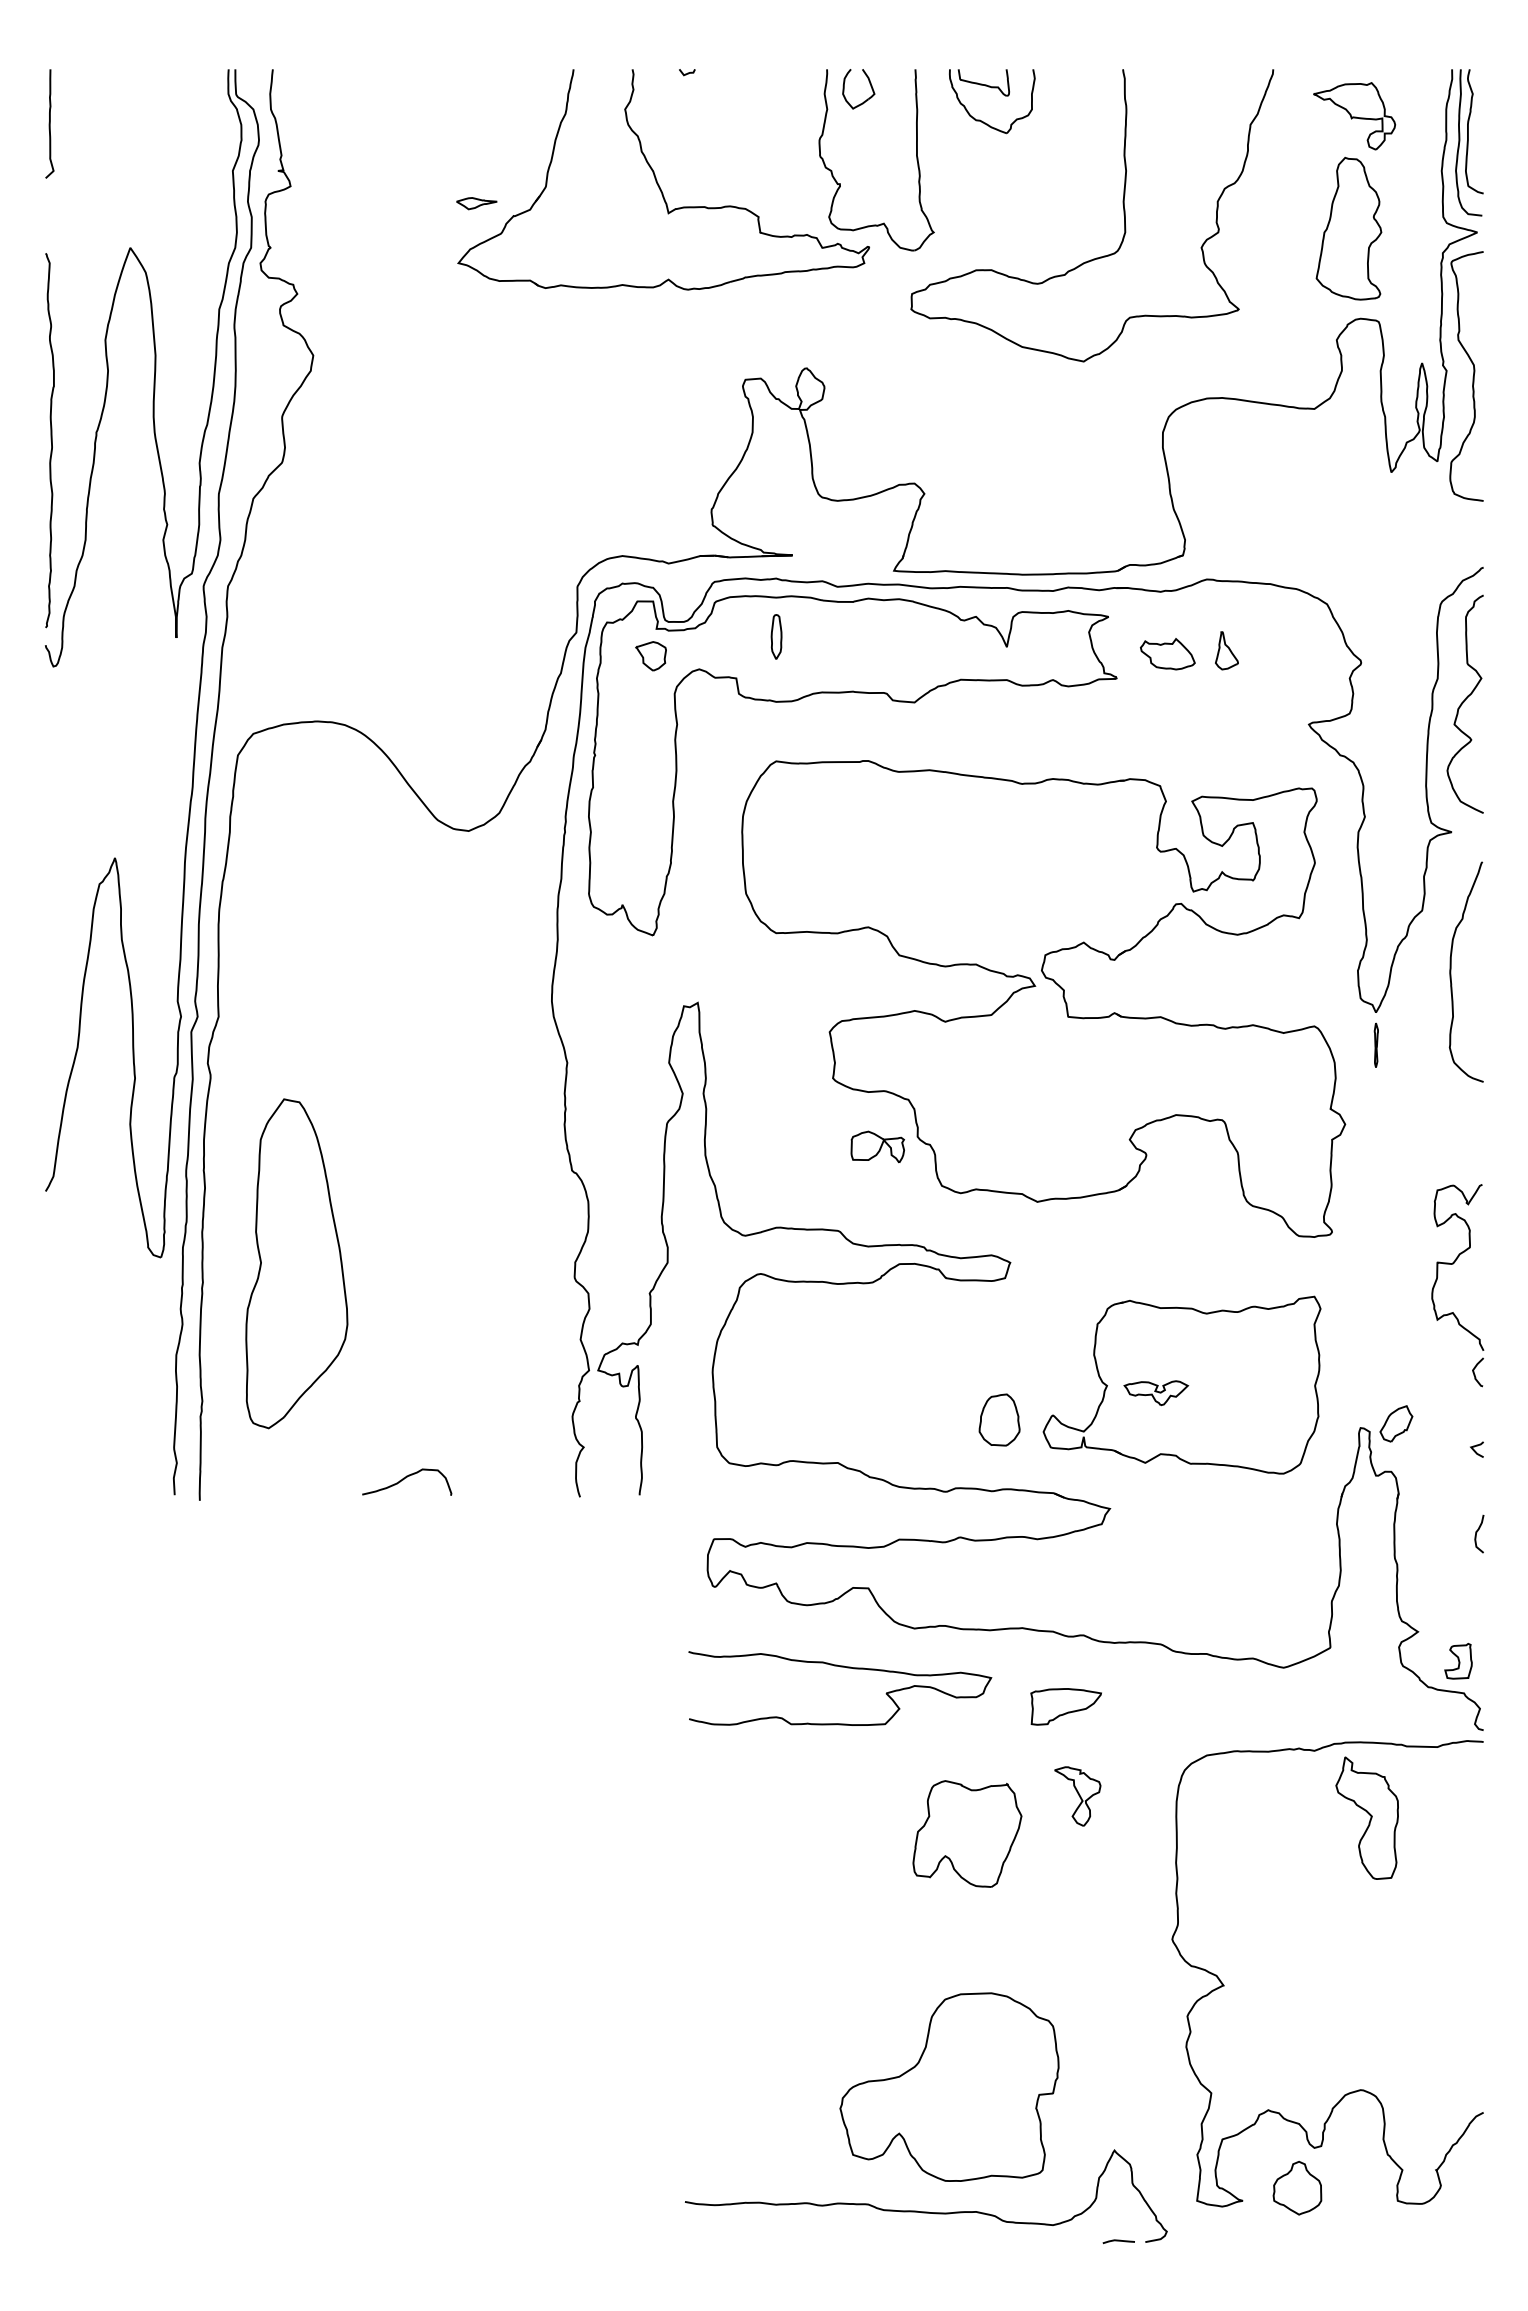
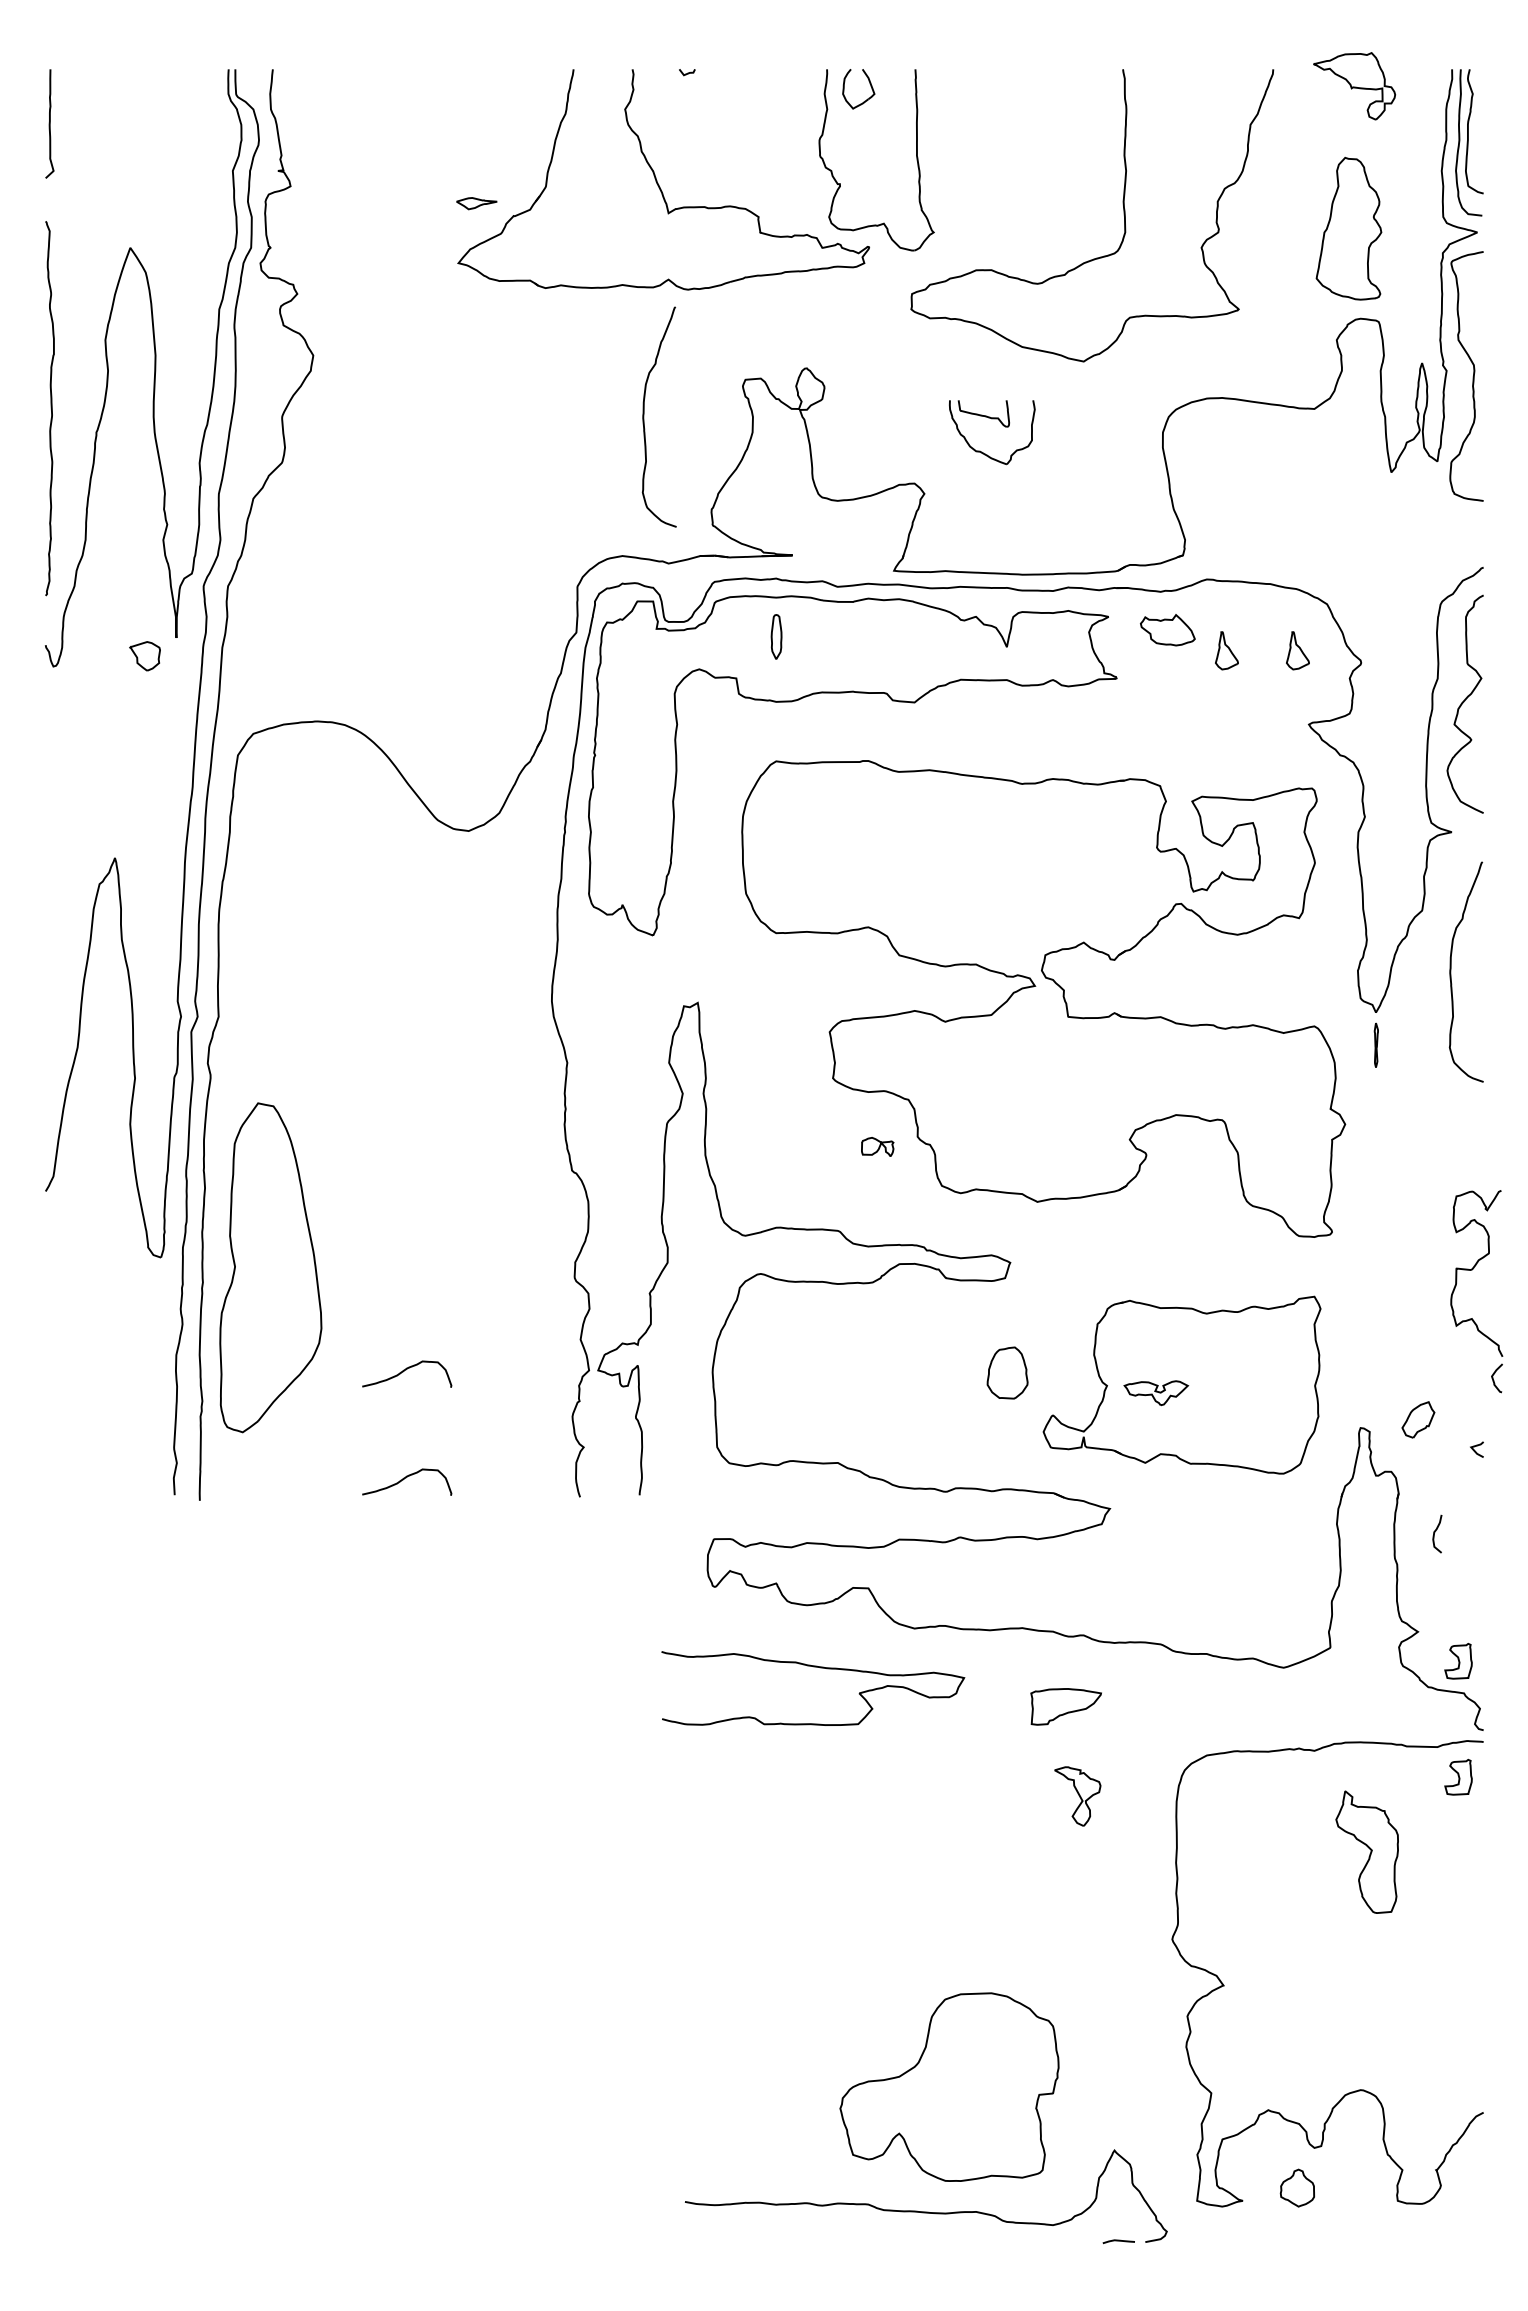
part at (1001, 93) position: (1001, 93) -> (1001, 424)
part at (1354, 116) position: (1354, 116) -> (1354, 86)
curve at (644, 416): none -> present
curve at (50, 440) position: (50, 440) -> (50, 408)
part at (1297, 650): none -> present
part at (1167, 654) position: (1167, 654) -> (1167, 630)
part at (650, 656) position: (650, 656) -> (144, 656)
part at (877, 1146) size: 55x34 px -> 34x20 px
part at (296, 1263) position: (296, 1263) -> (270, 1267)
part at (1437, 1280) position: (1437, 1280) -> (1456, 1286)
curve at (406, 1370): none -> present
part at (999, 1419) position: (999, 1419) -> (1007, 1372)
part at (1396, 1423) position: (1396, 1423) -> (1418, 1419)
curve at (1478, 1531) position: (1478, 1531) -> (1436, 1531)
curve at (840, 1667) position: (840, 1667) -> (813, 1667)
part at (1458, 1777): none -> present
part at (1366, 1817) position: (1366, 1817) -> (1366, 1851)
part at (967, 1833): present -> none
part at (1297, 2187) size: 51x56 px -> 36x40 px
